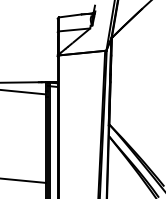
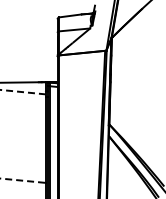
line at (23, 92): solid -> dashed
line at (23, 180): solid -> dashed
